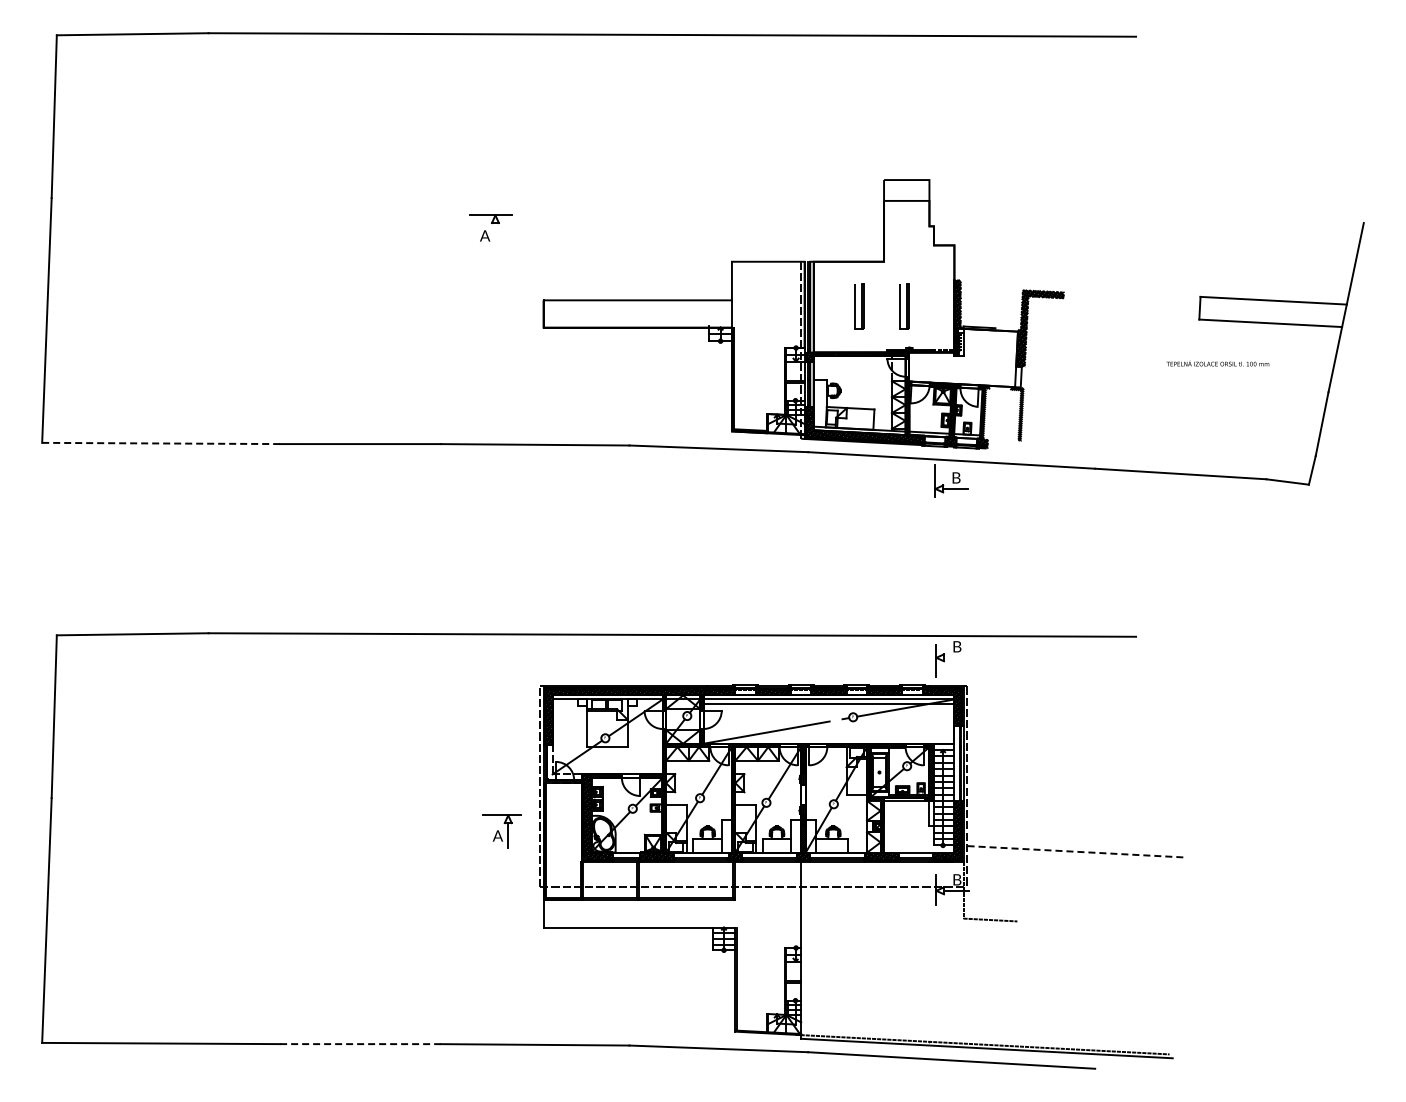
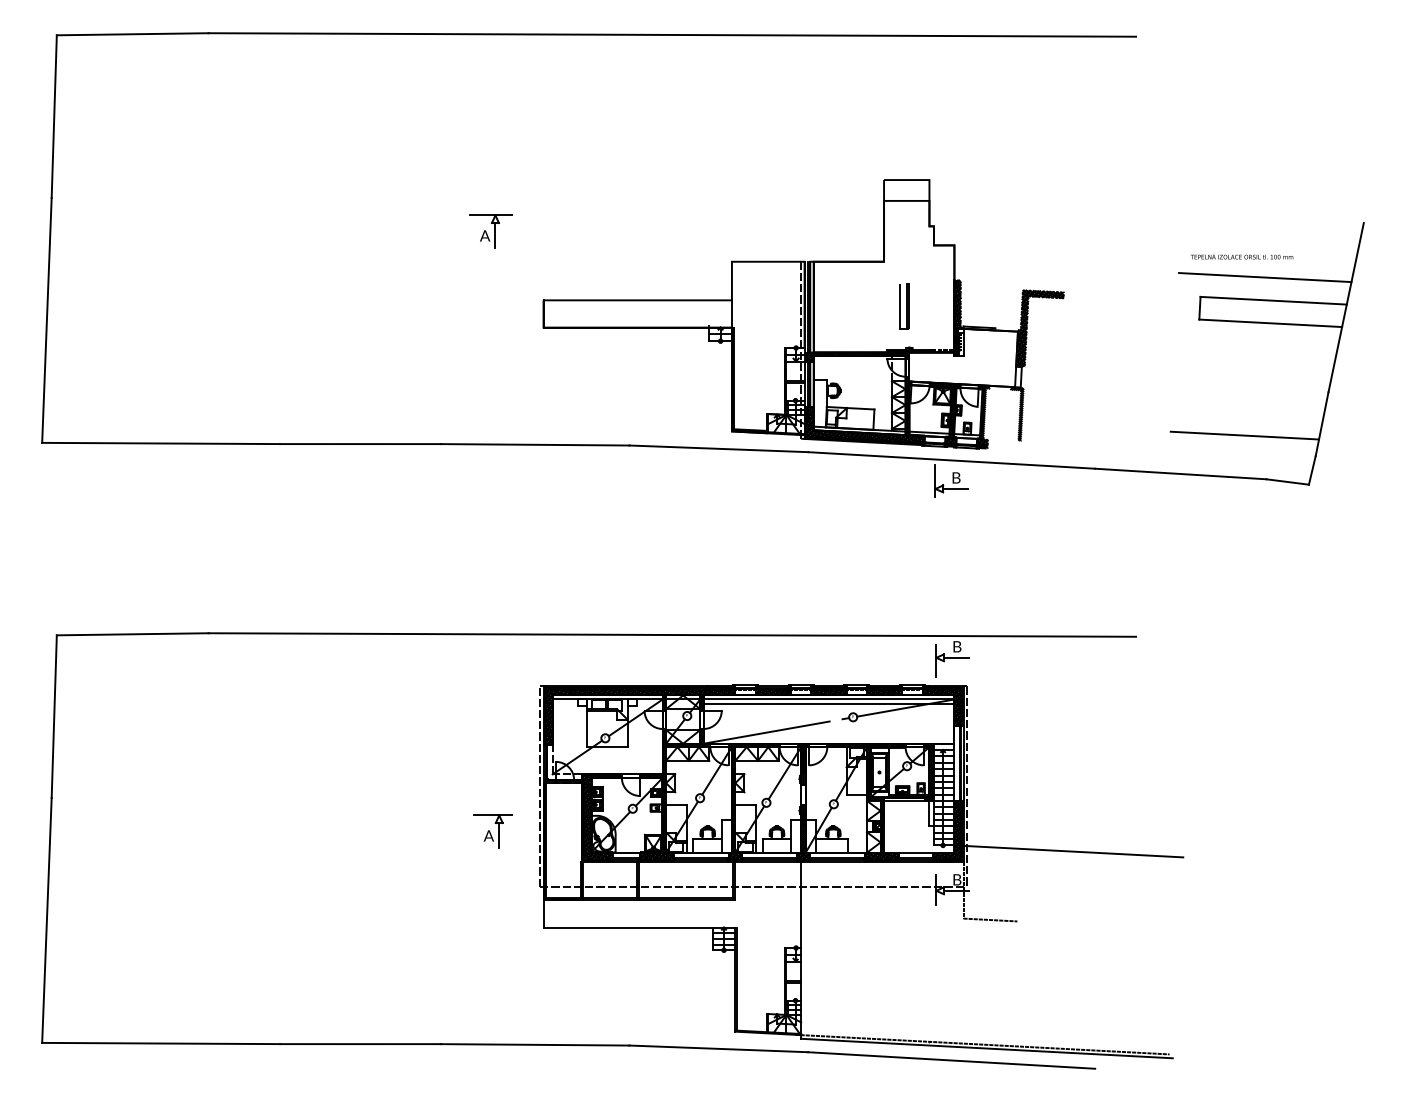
line at (495, 235): none -> present
line at (1265, 277): none -> present
part at (859, 306): present -> none
text at (1217, 363) position: (1217, 363) -> (1241, 256)
line at (1244, 435): none -> present
line at (161, 443): dashed -> solid
line at (955, 657): none -> present
part at (501, 831) position: (501, 831) -> (492, 831)
line at (1072, 851): dashed -> solid
line at (360, 1044): dashed -> solid
